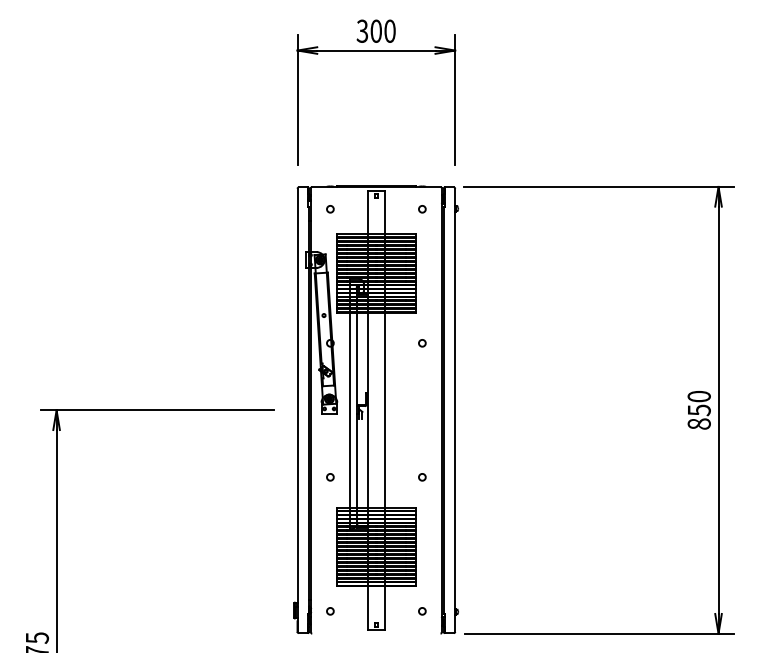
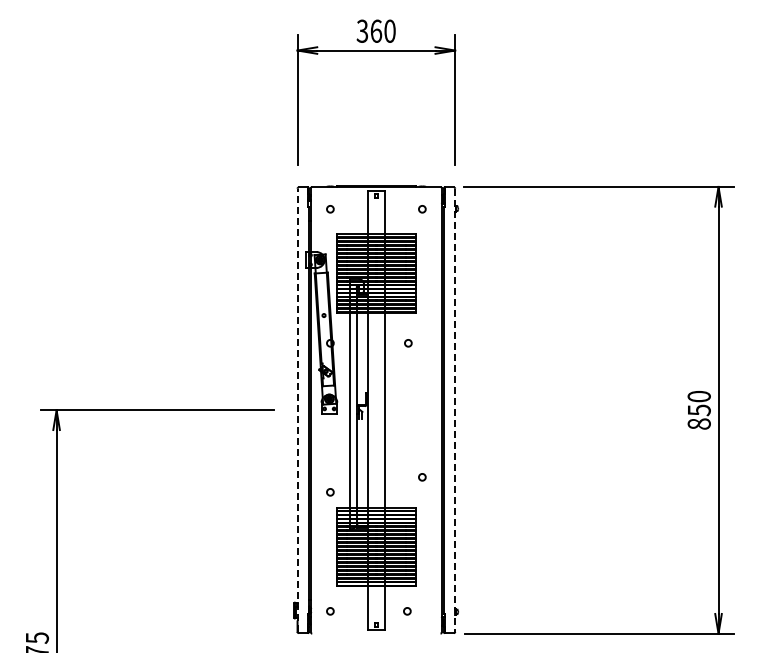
text at (376, 30): 300 -> 360
circle at (422, 343) position: (422, 343) -> (408, 343)
line at (297, 410): solid -> dashed
line at (455, 410): solid -> dashed
circle at (330, 477) position: (330, 477) -> (330, 492)
circle at (422, 611) position: (422, 611) -> (407, 611)
